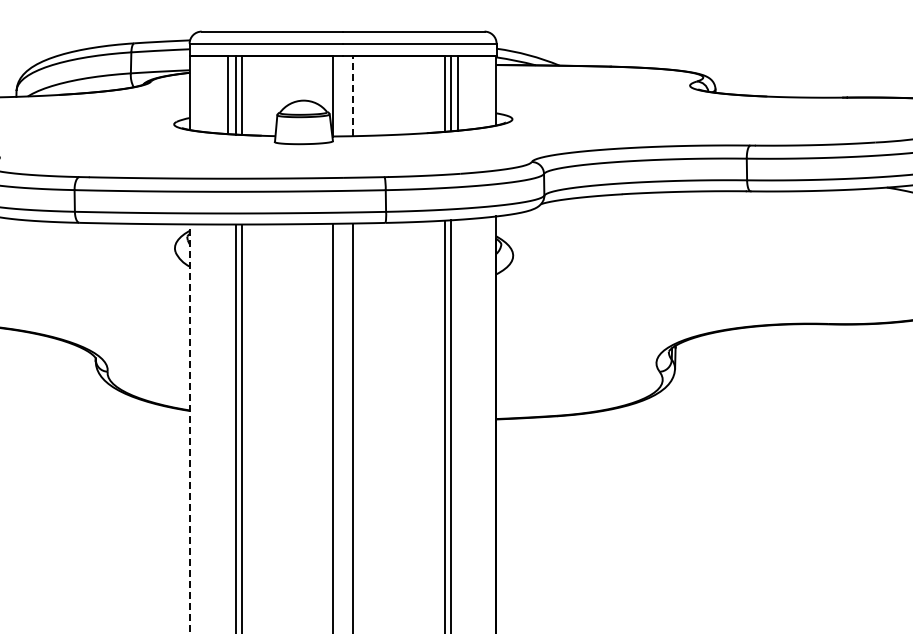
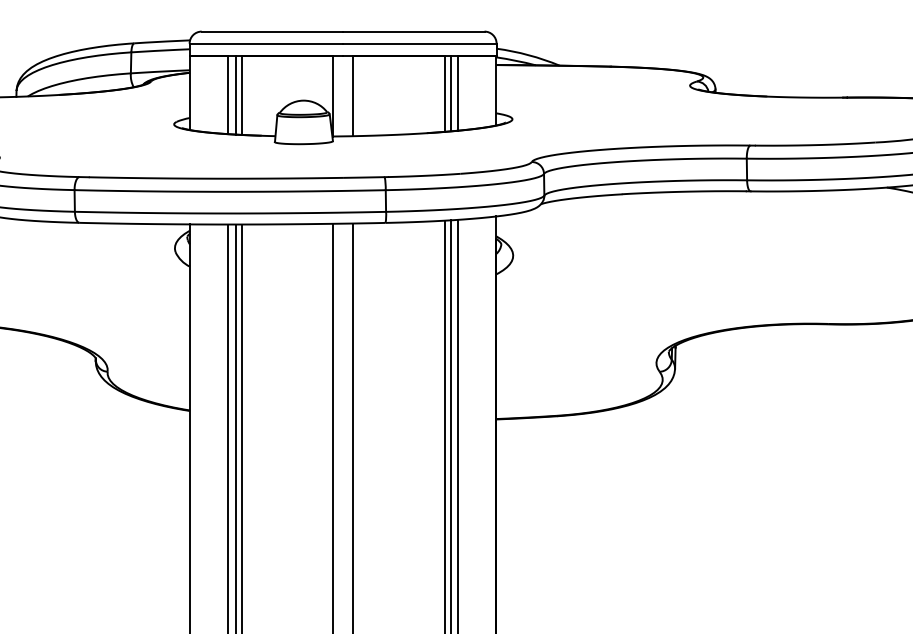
line at (352, 95): dashed -> solid
line at (458, 424): none -> present
line at (227, 427): none -> present
line at (189, 428): dashed -> solid
